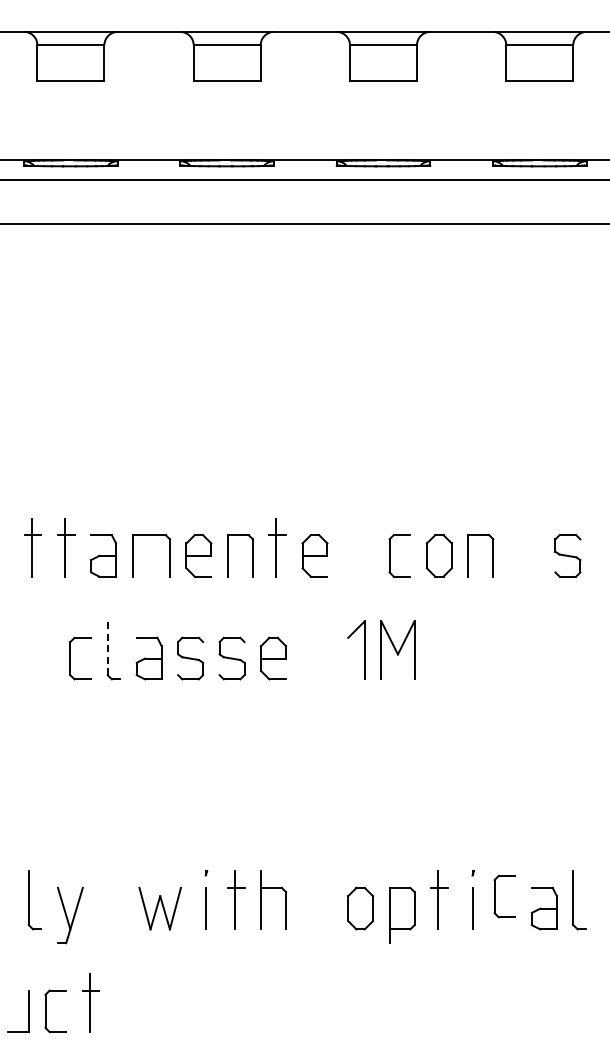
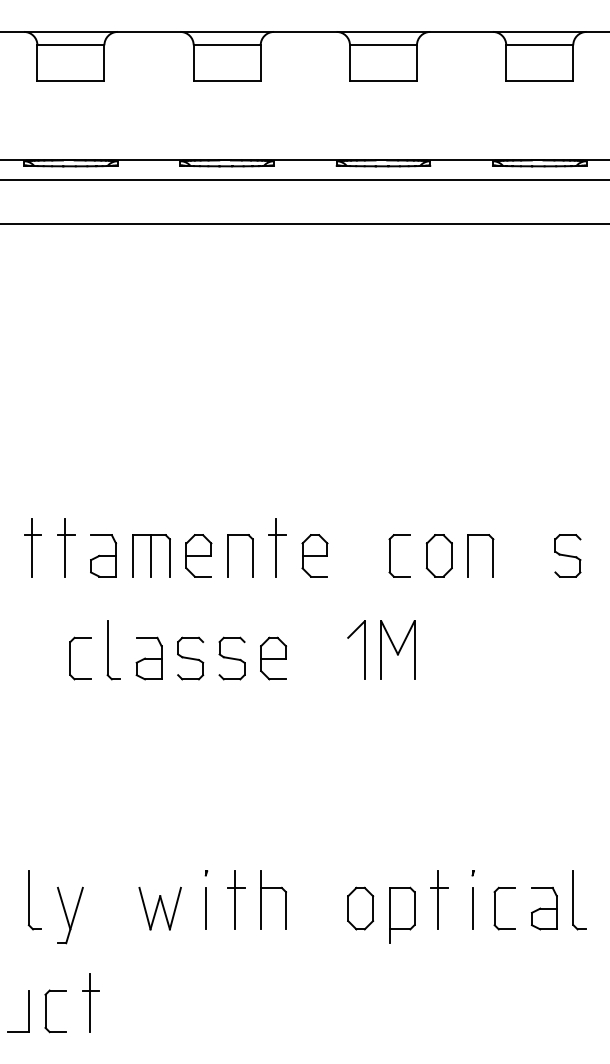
line at (150, 555): none -> present
line at (107, 648): dashed -> solid
part at (495, 896) position: (495, 896) -> (495, 908)
